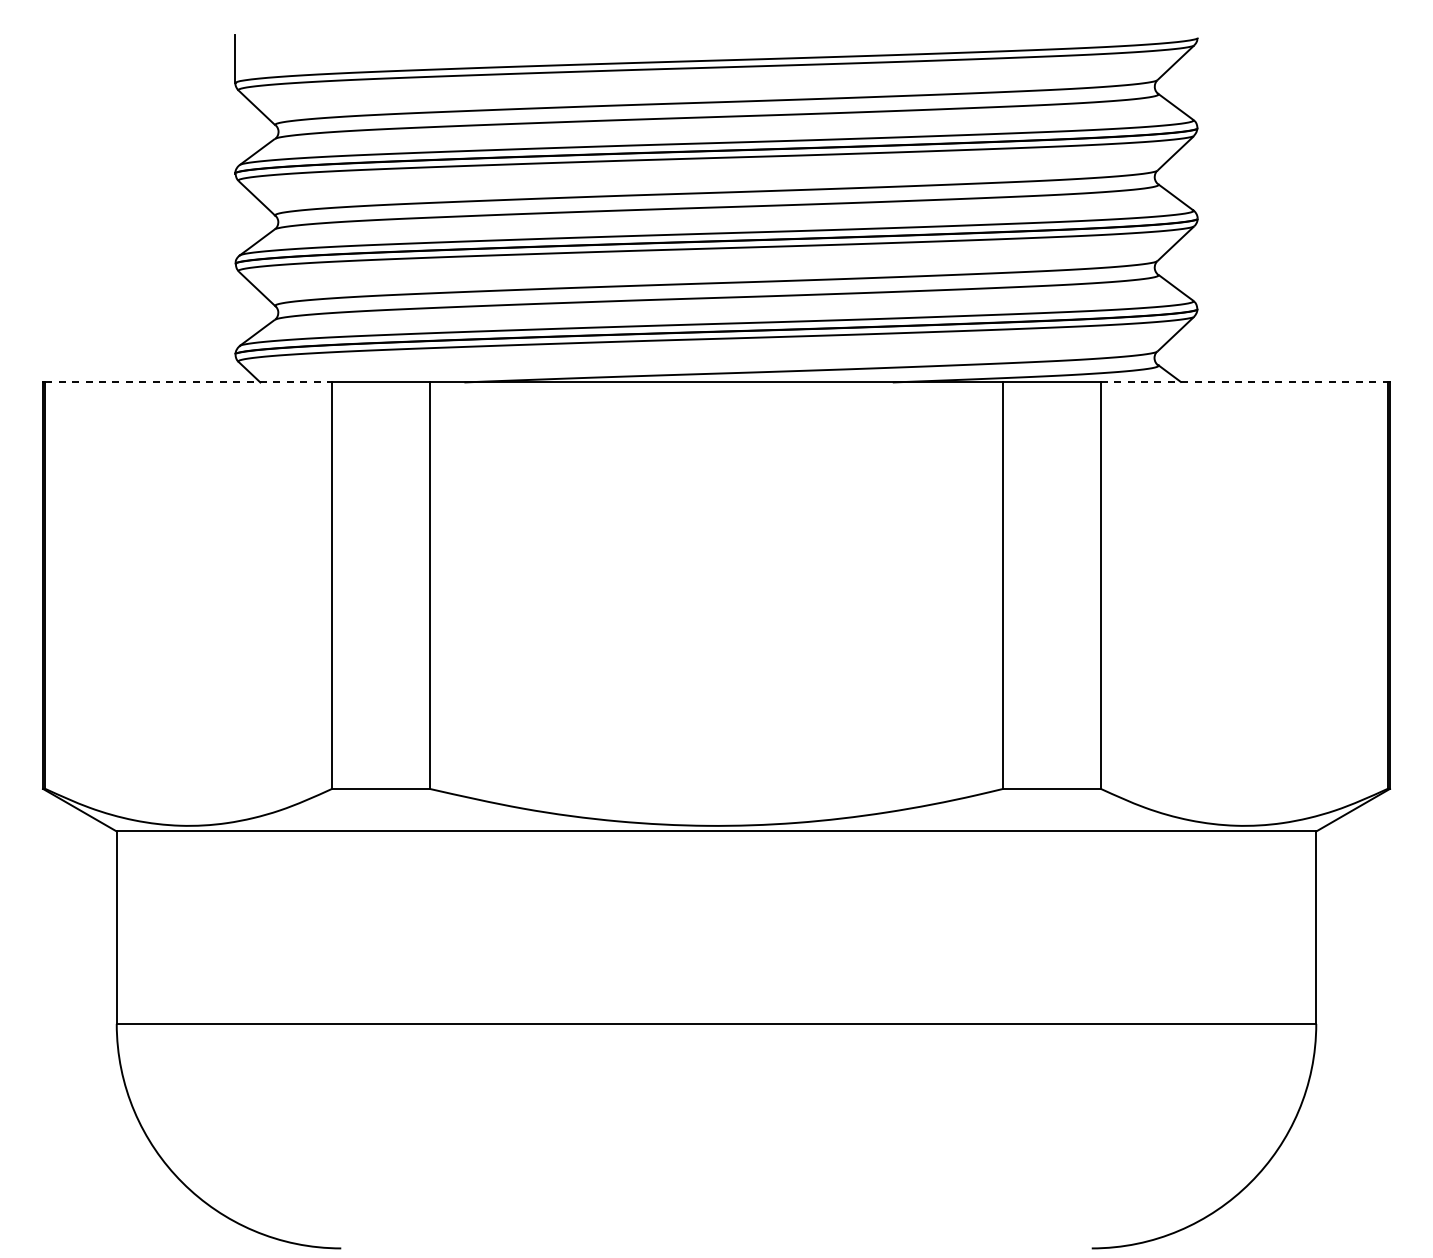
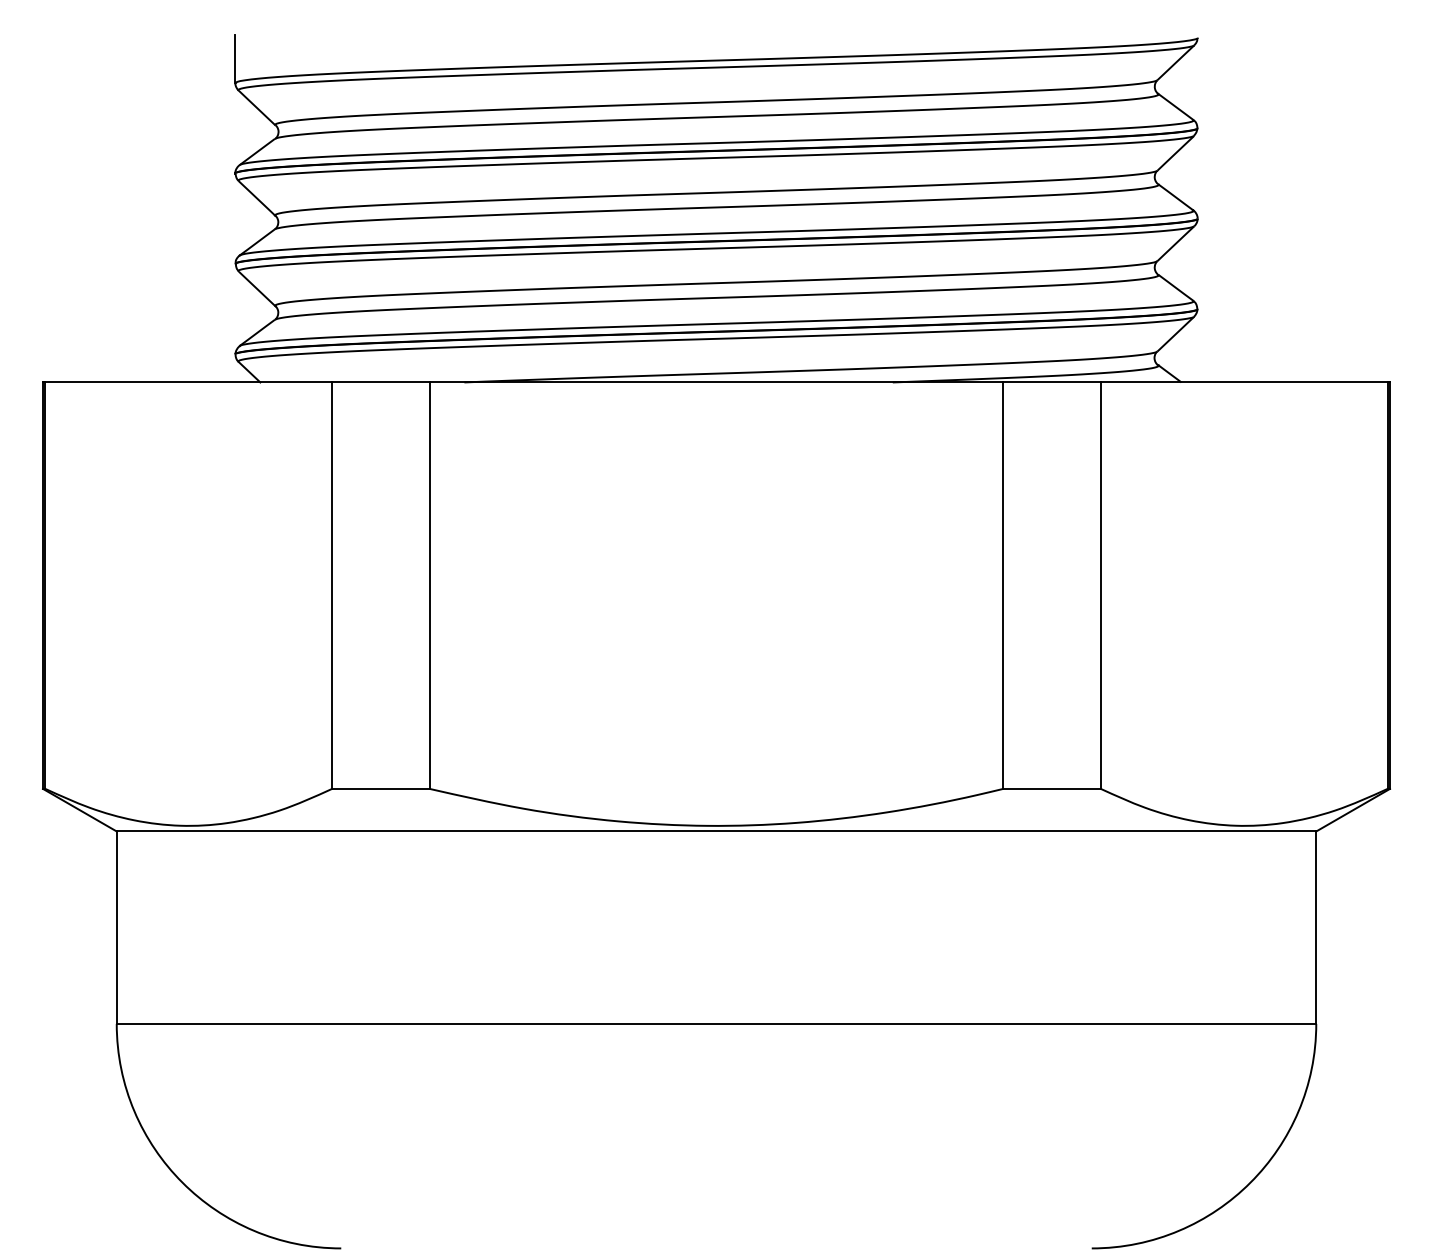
line at (189, 382): dashed -> solid
line at (1244, 382): dashed -> solid
